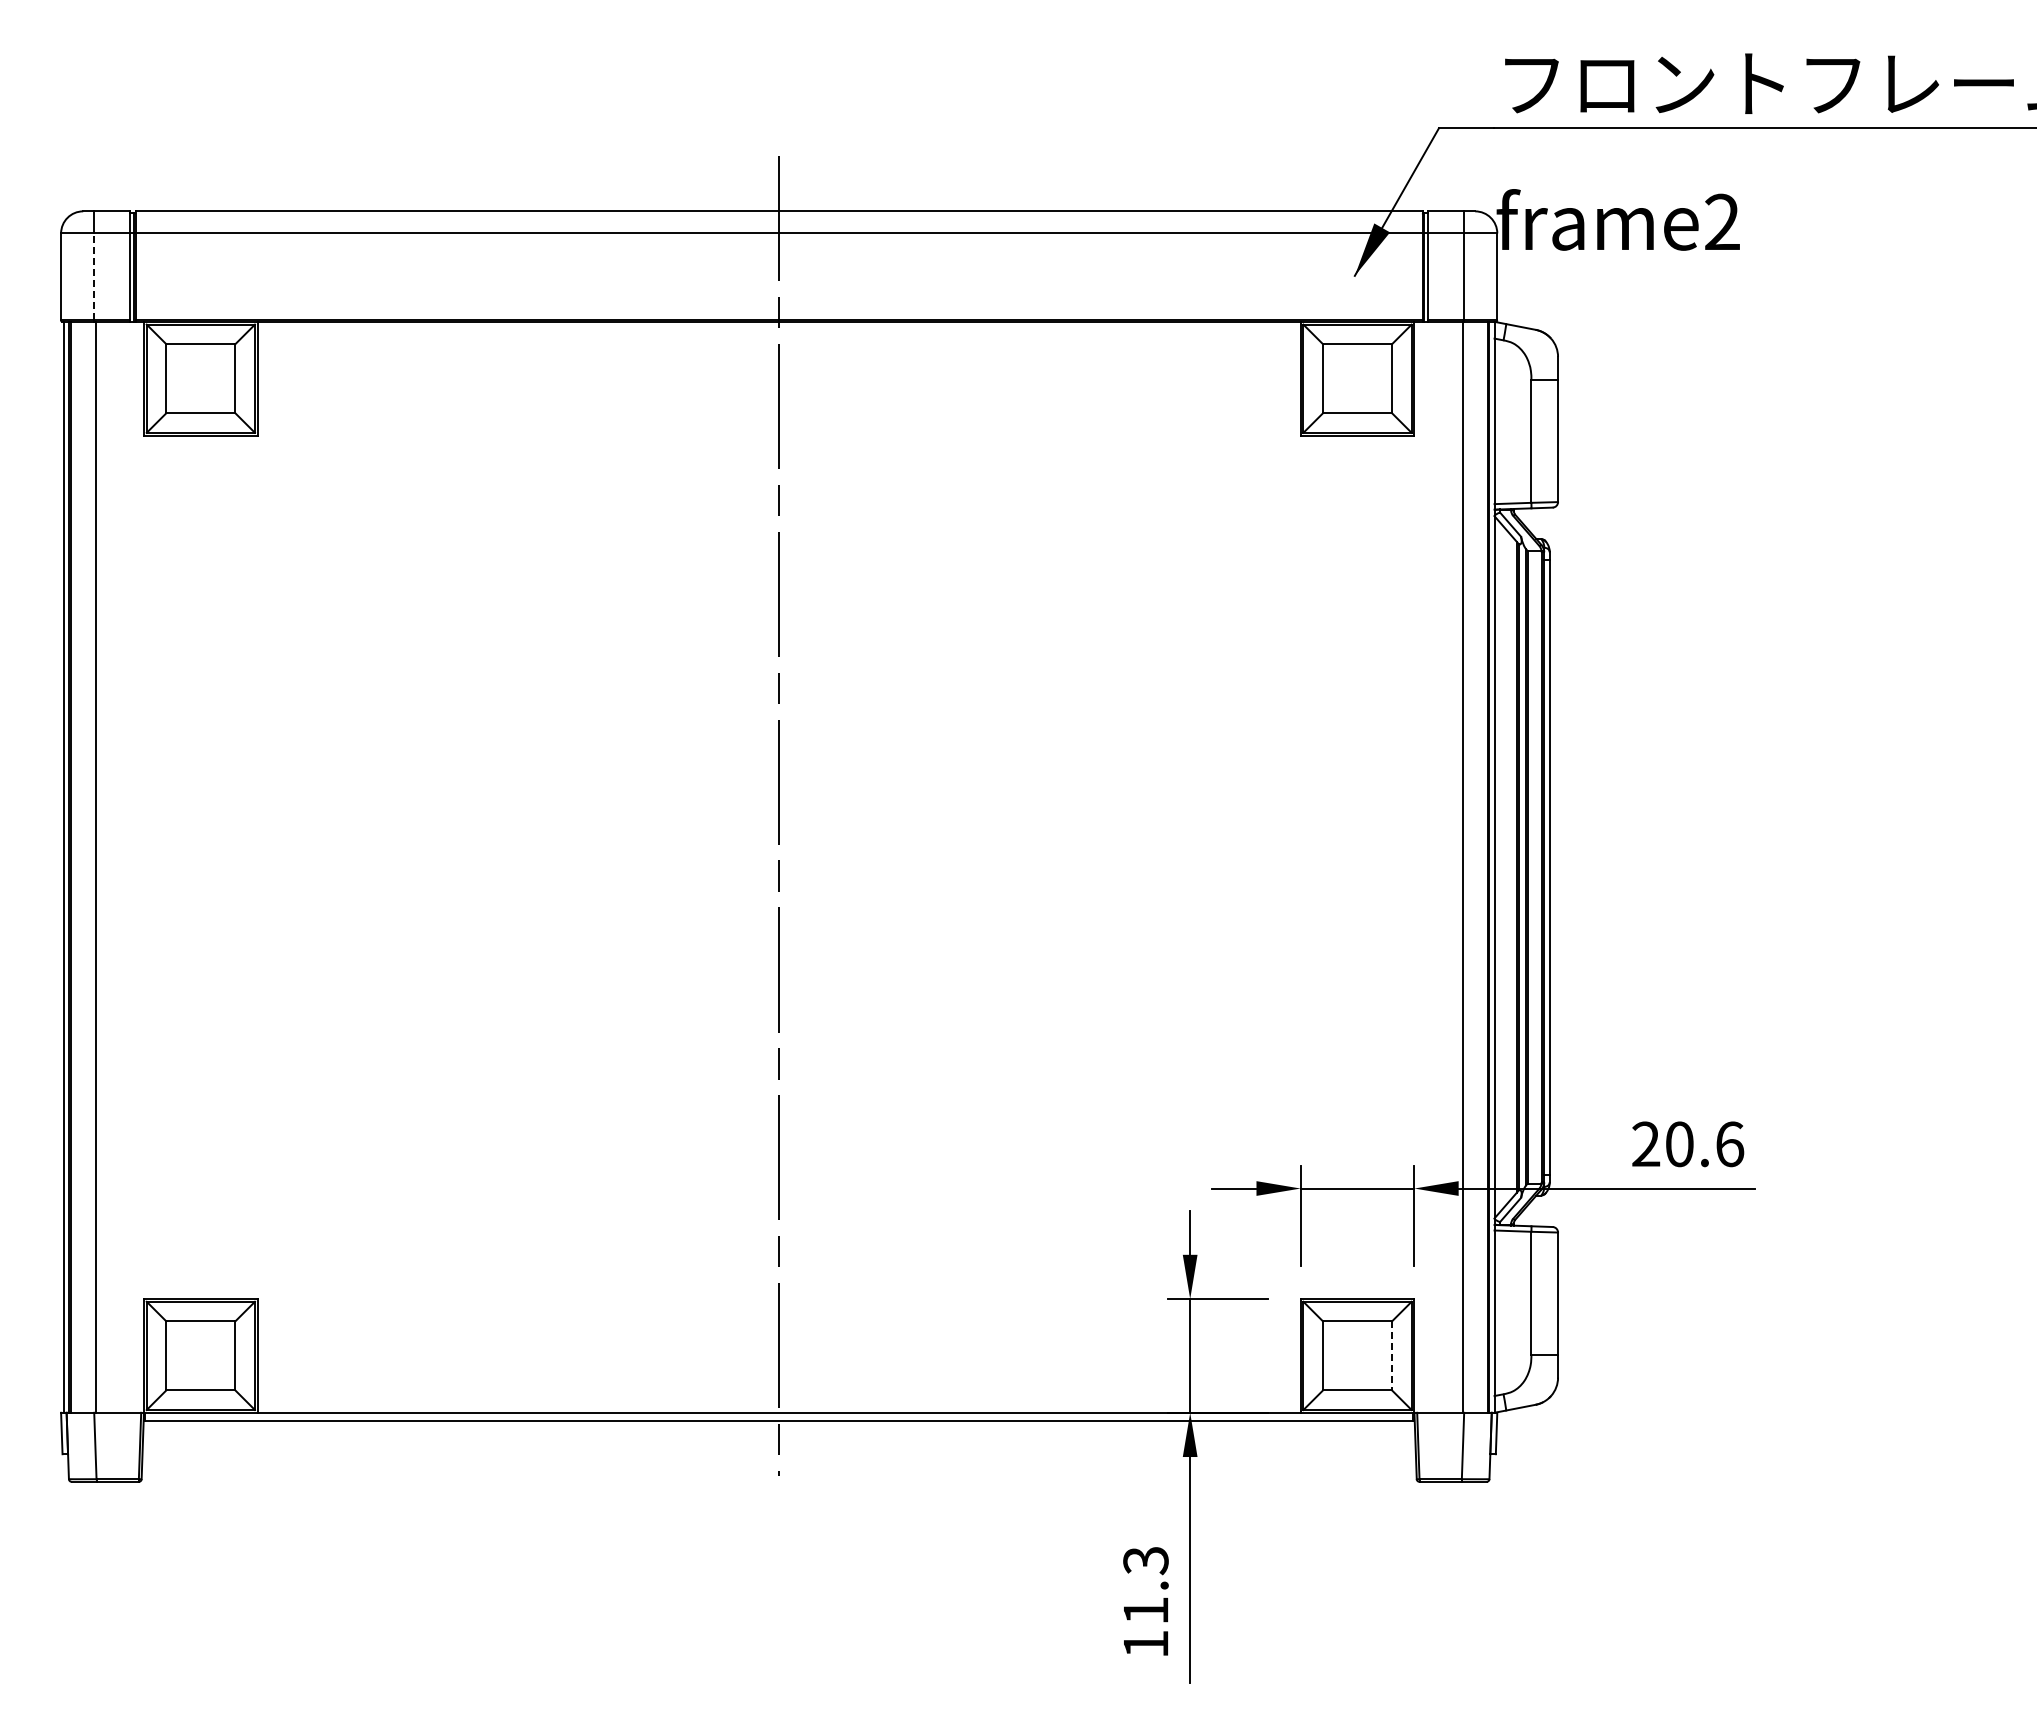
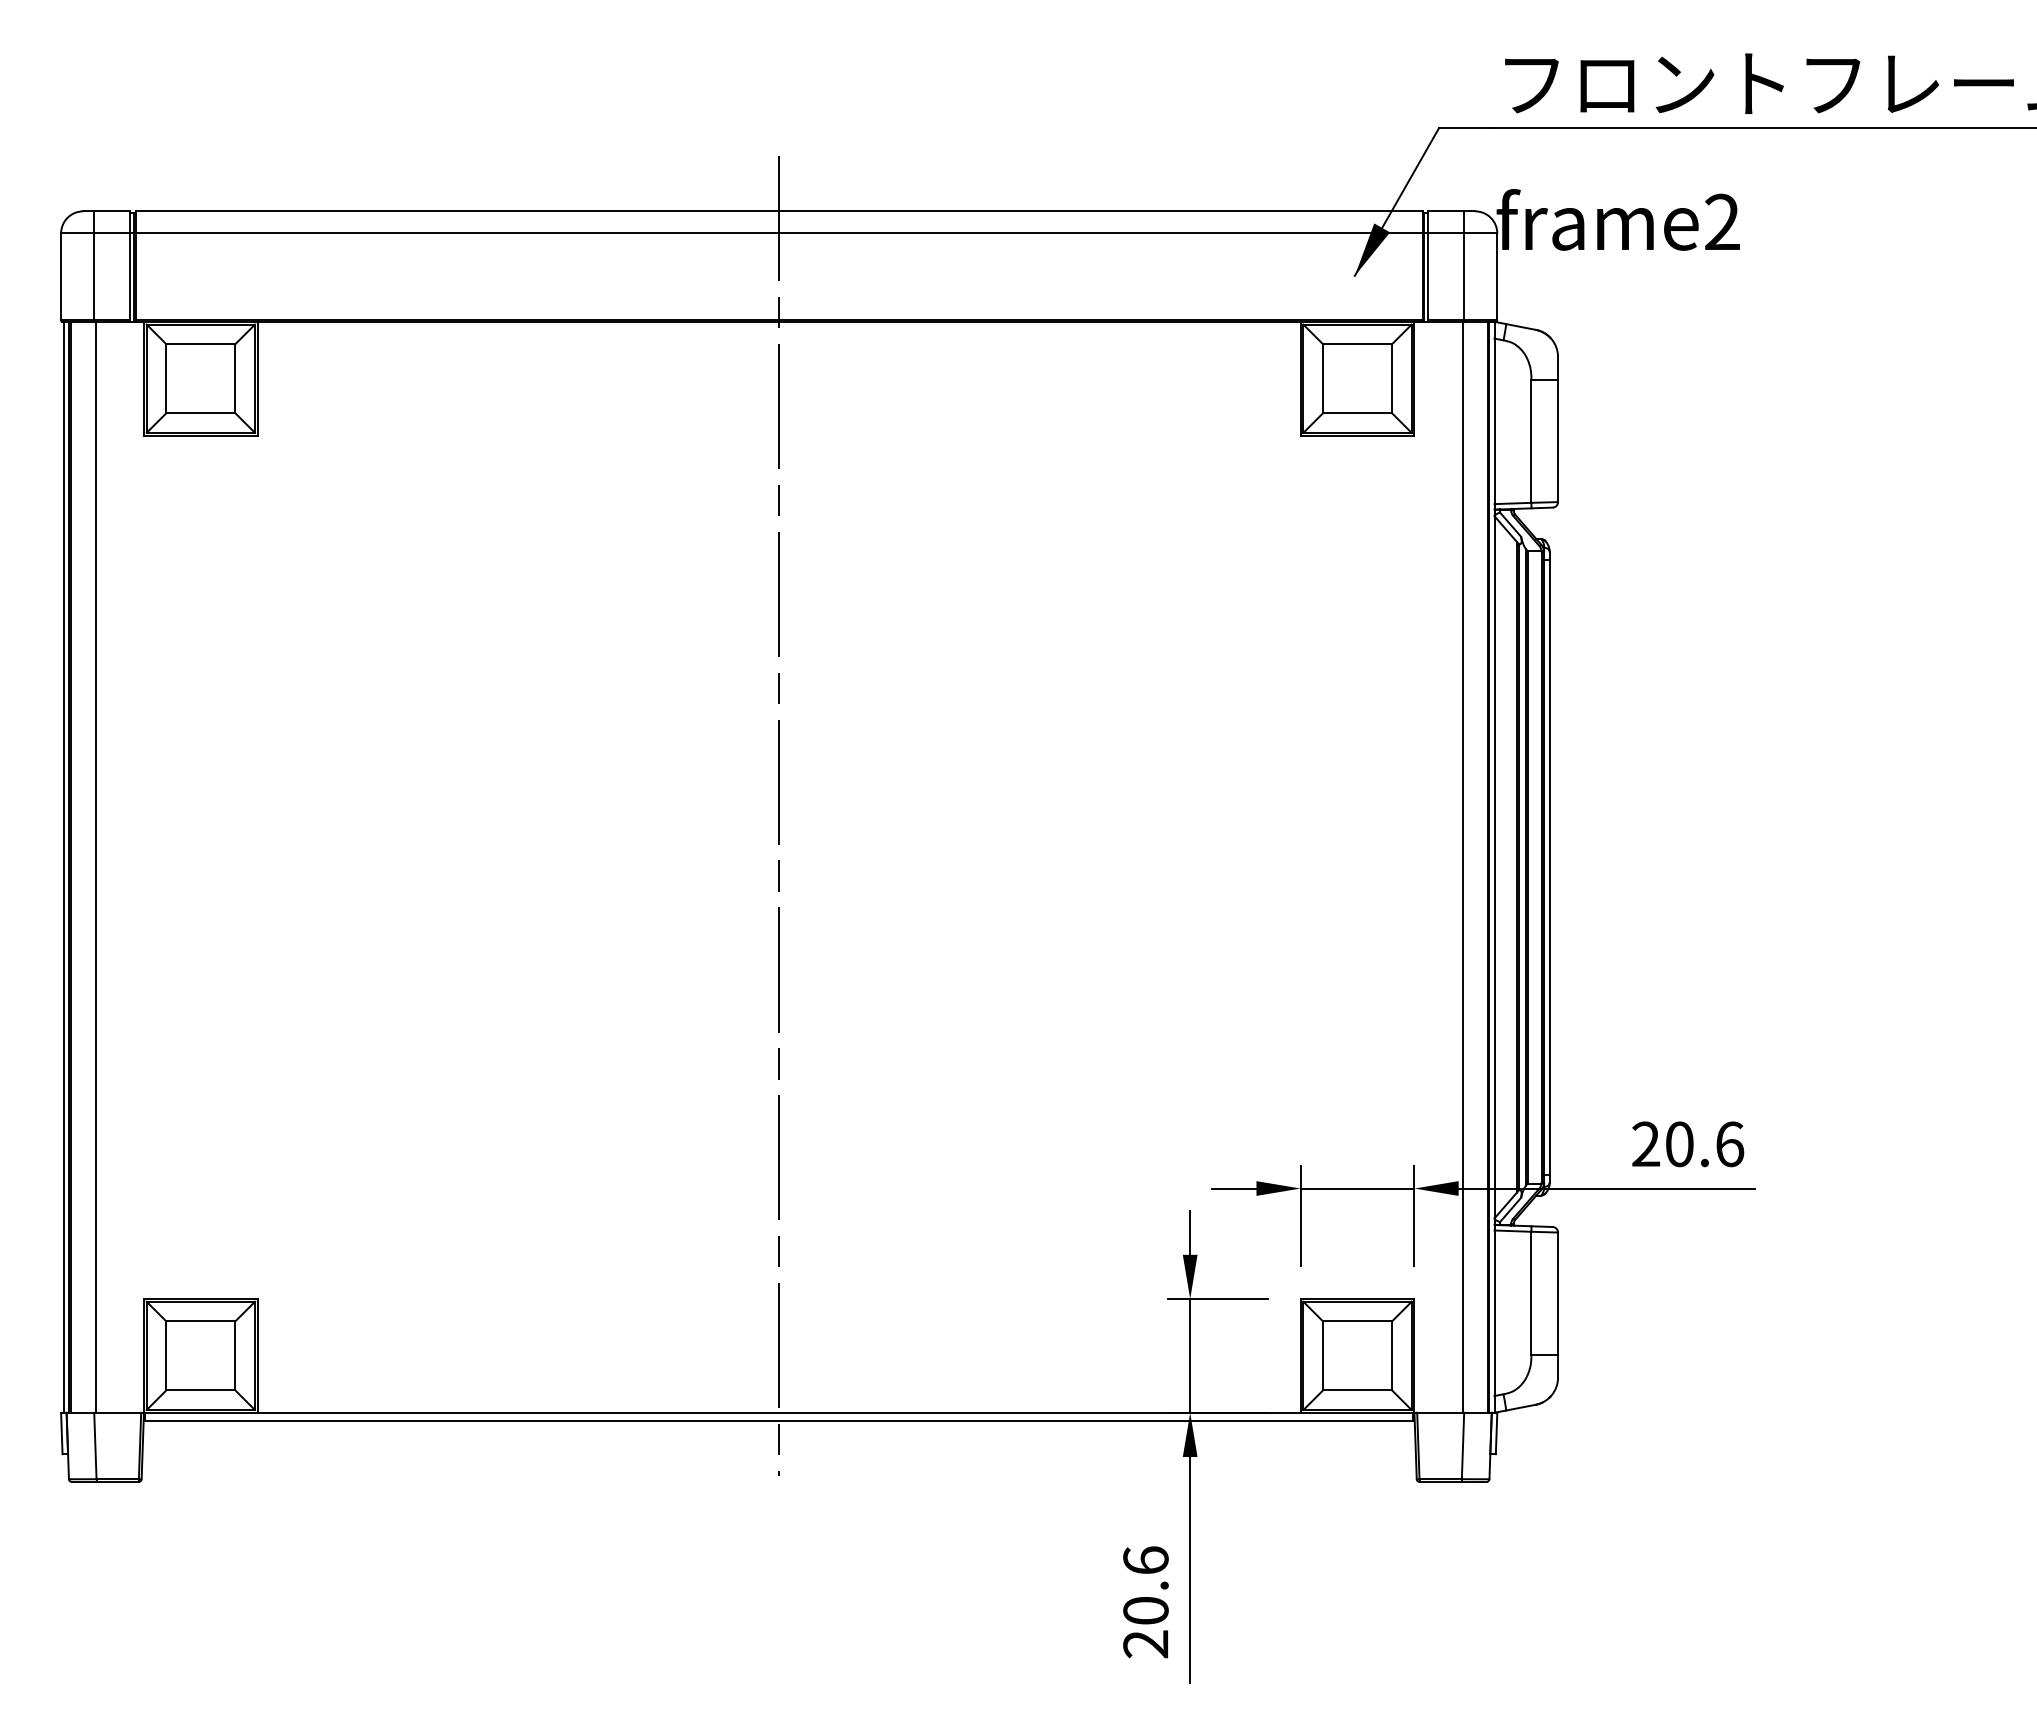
line at (94, 276): dashed -> solid
line at (1392, 1355): dashed -> solid
text at (1145, 1602): 11.3 -> 20.6
